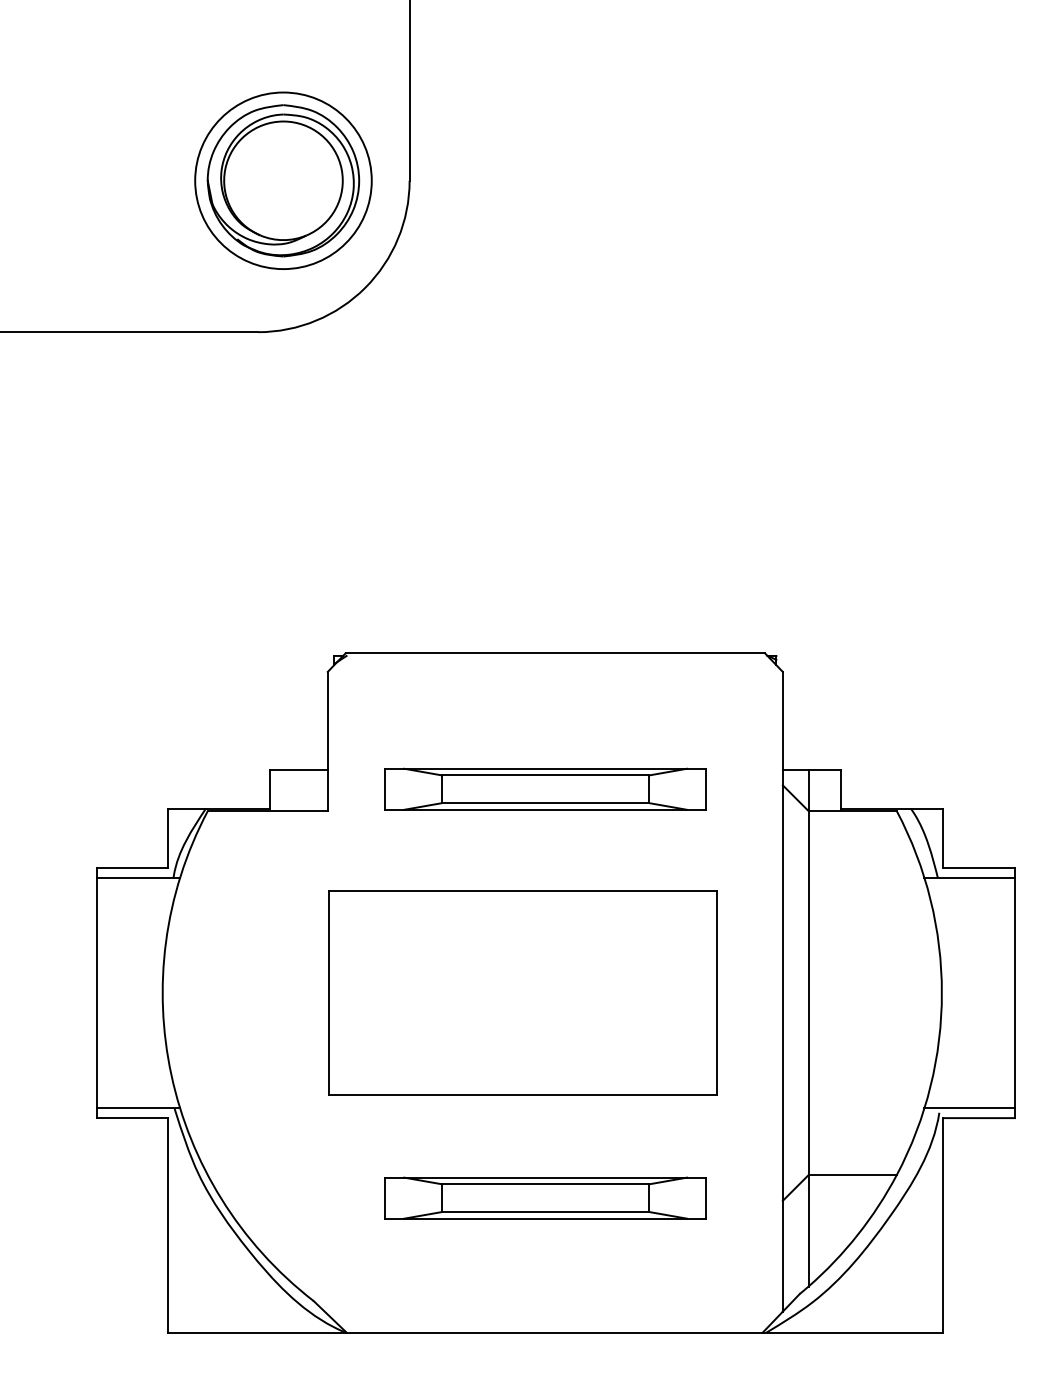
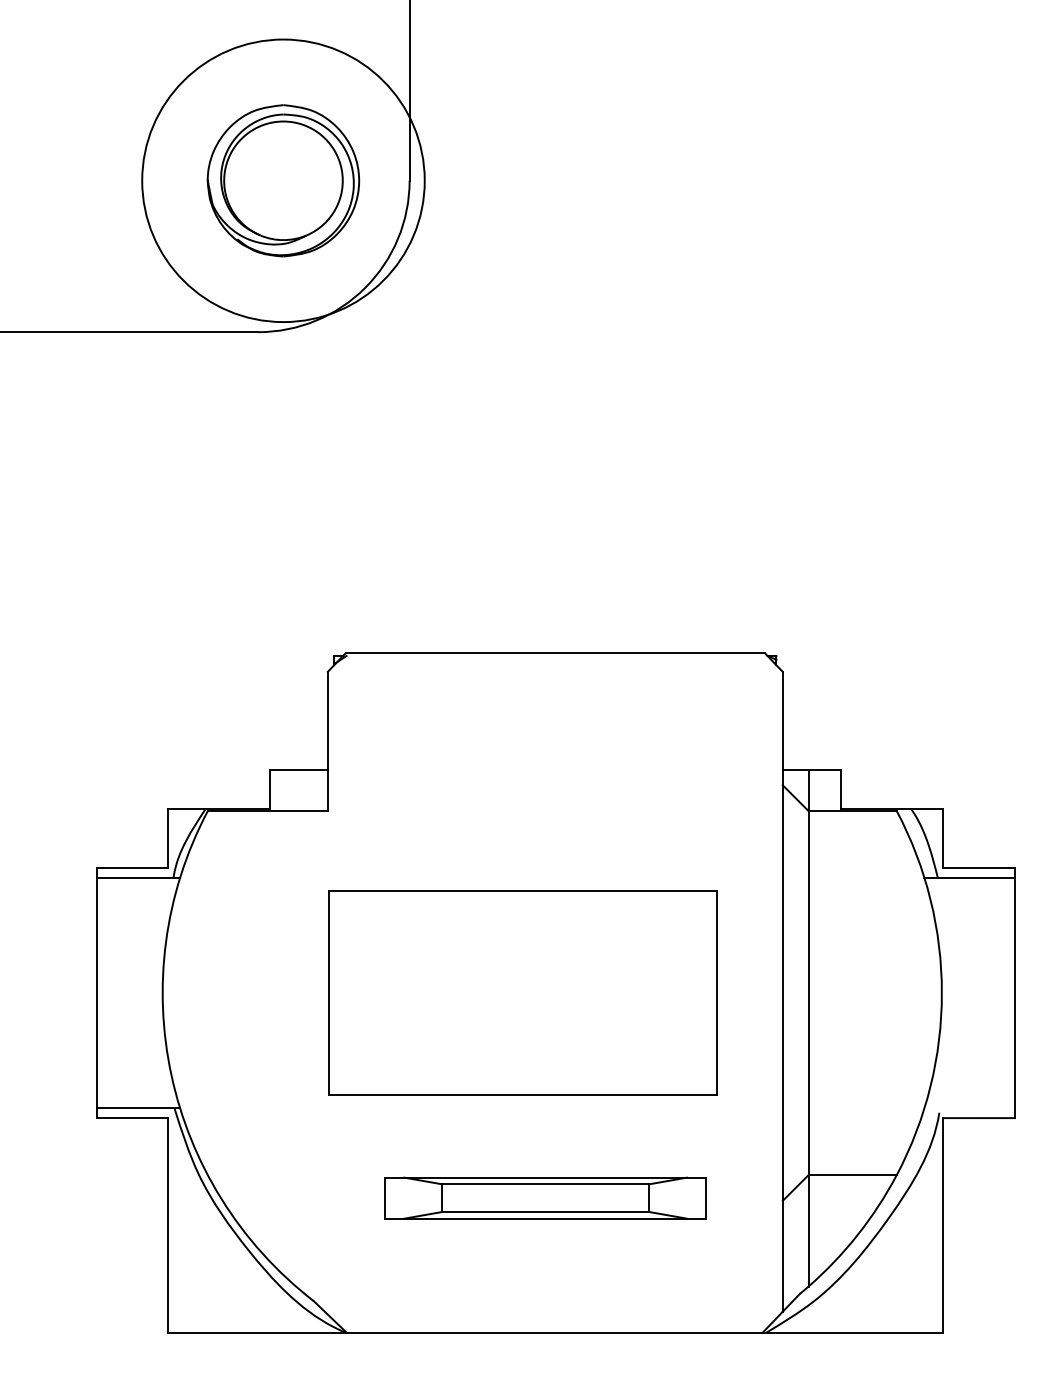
circle at (283, 180) diameter: 177 px -> 283 px
part at (545, 788): present -> none
line at (969, 1108): present -> none
